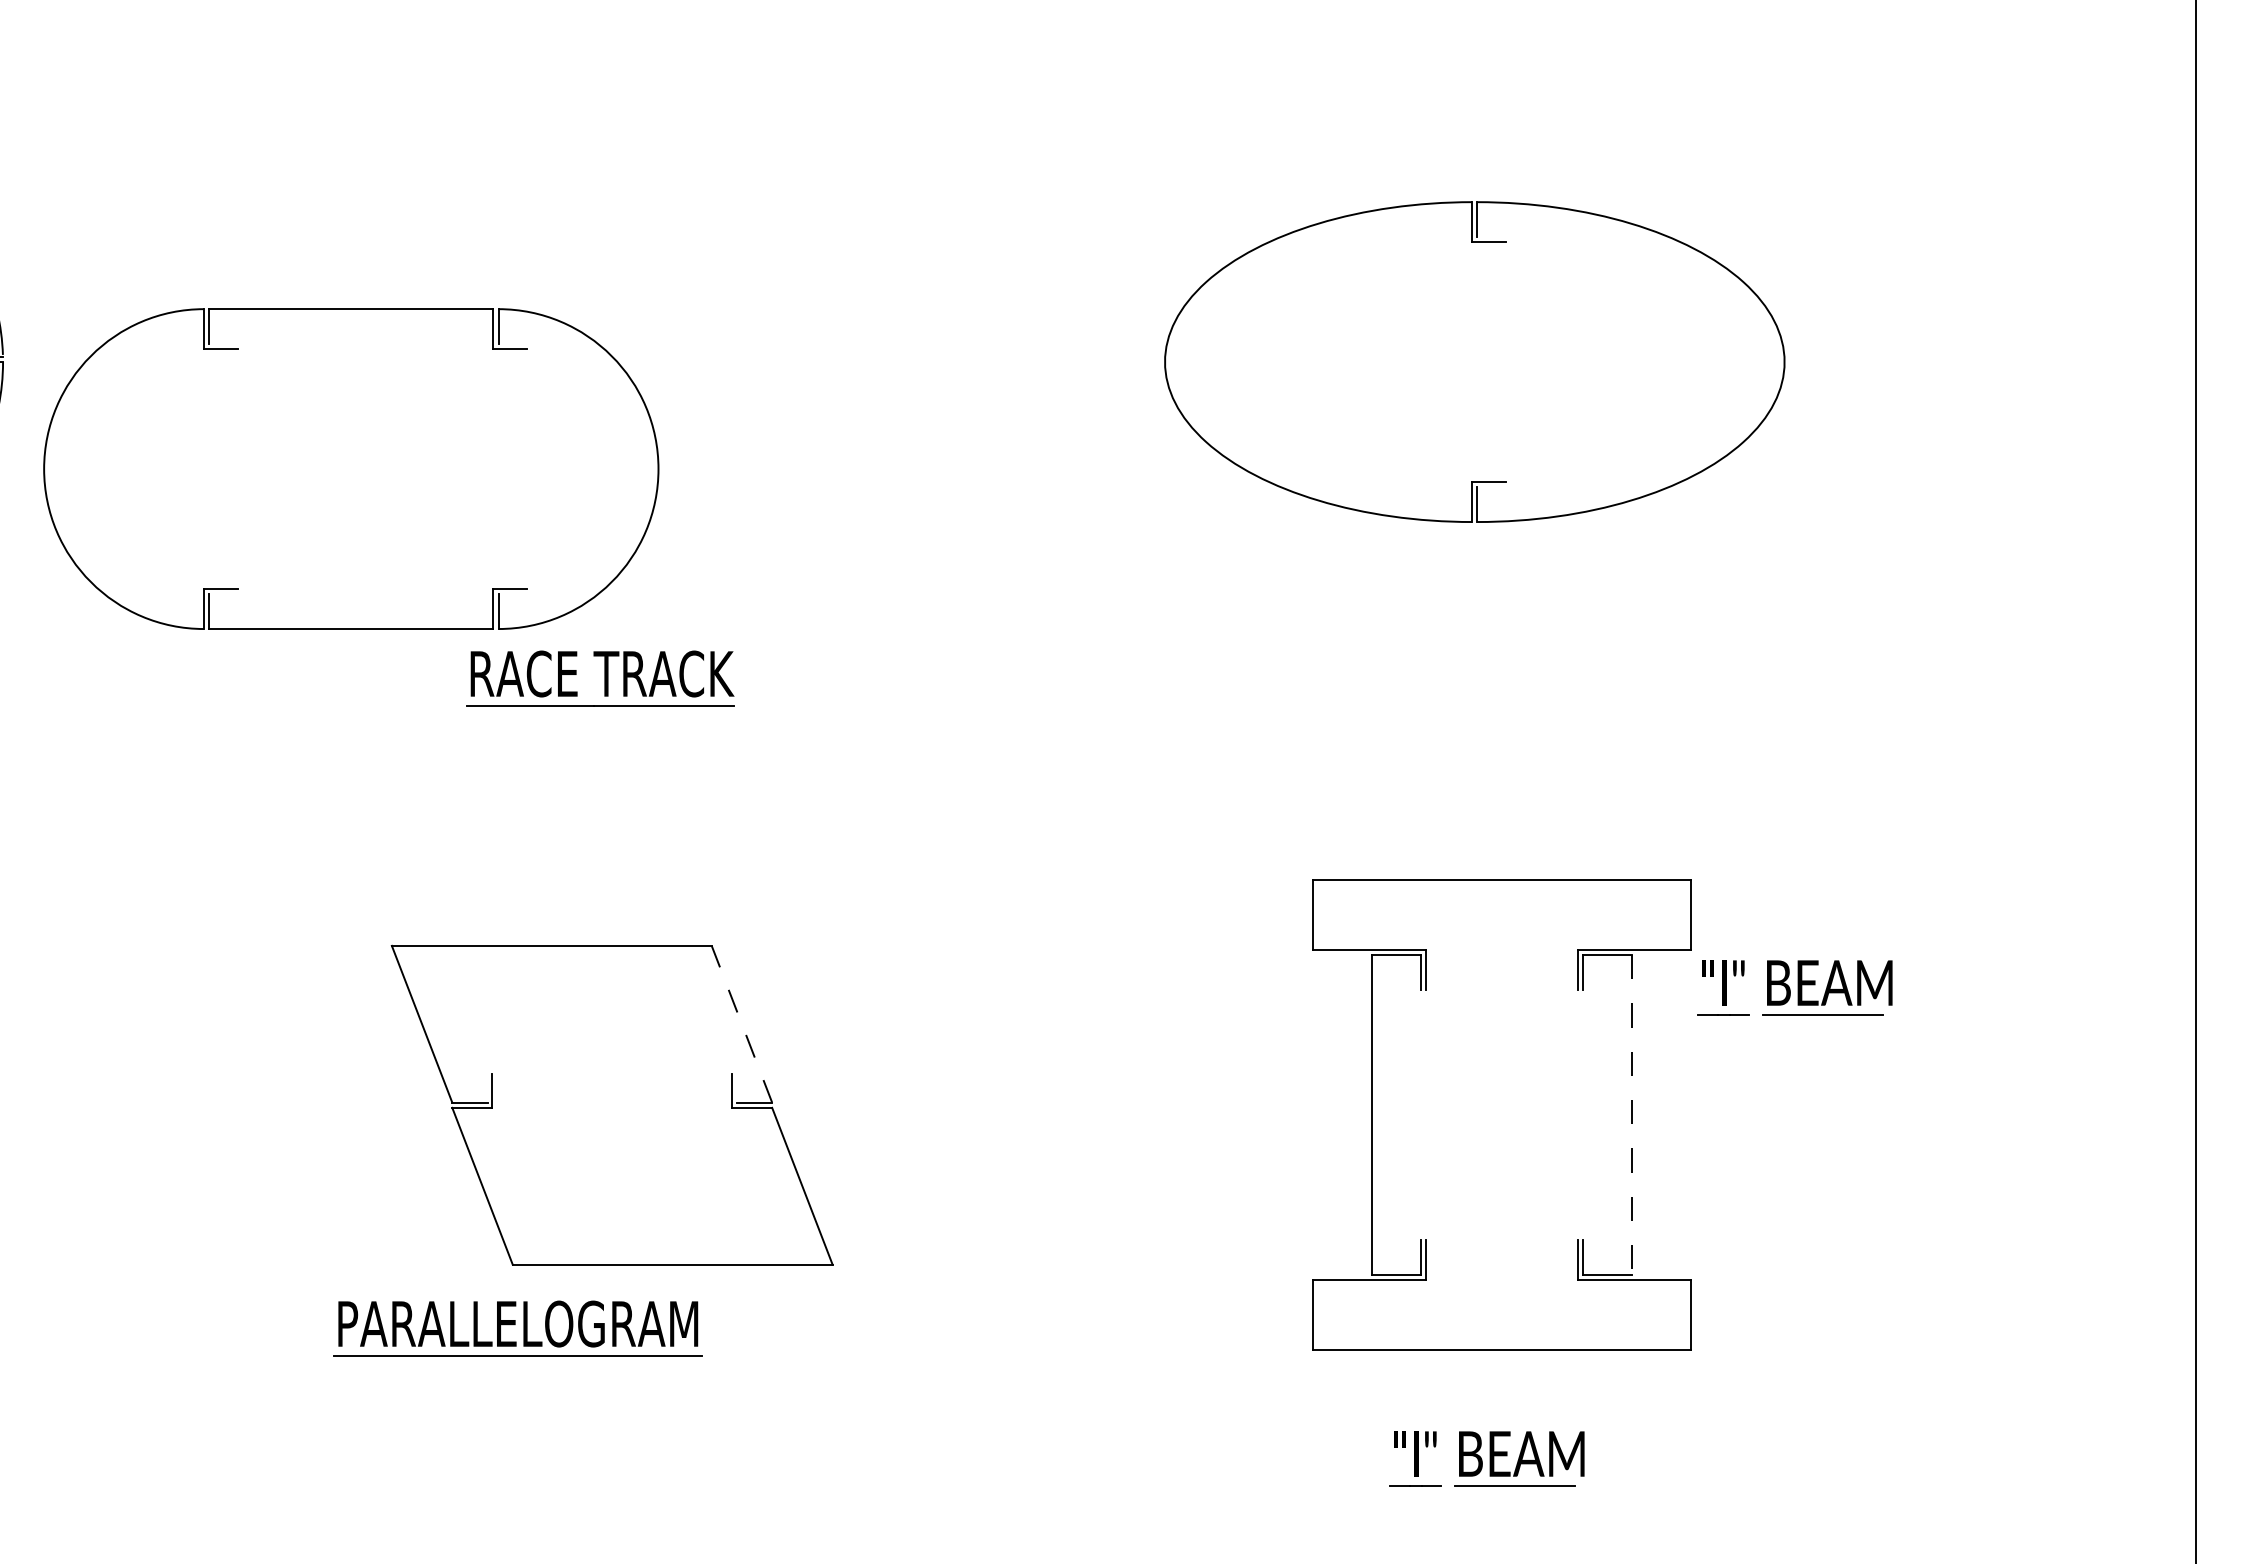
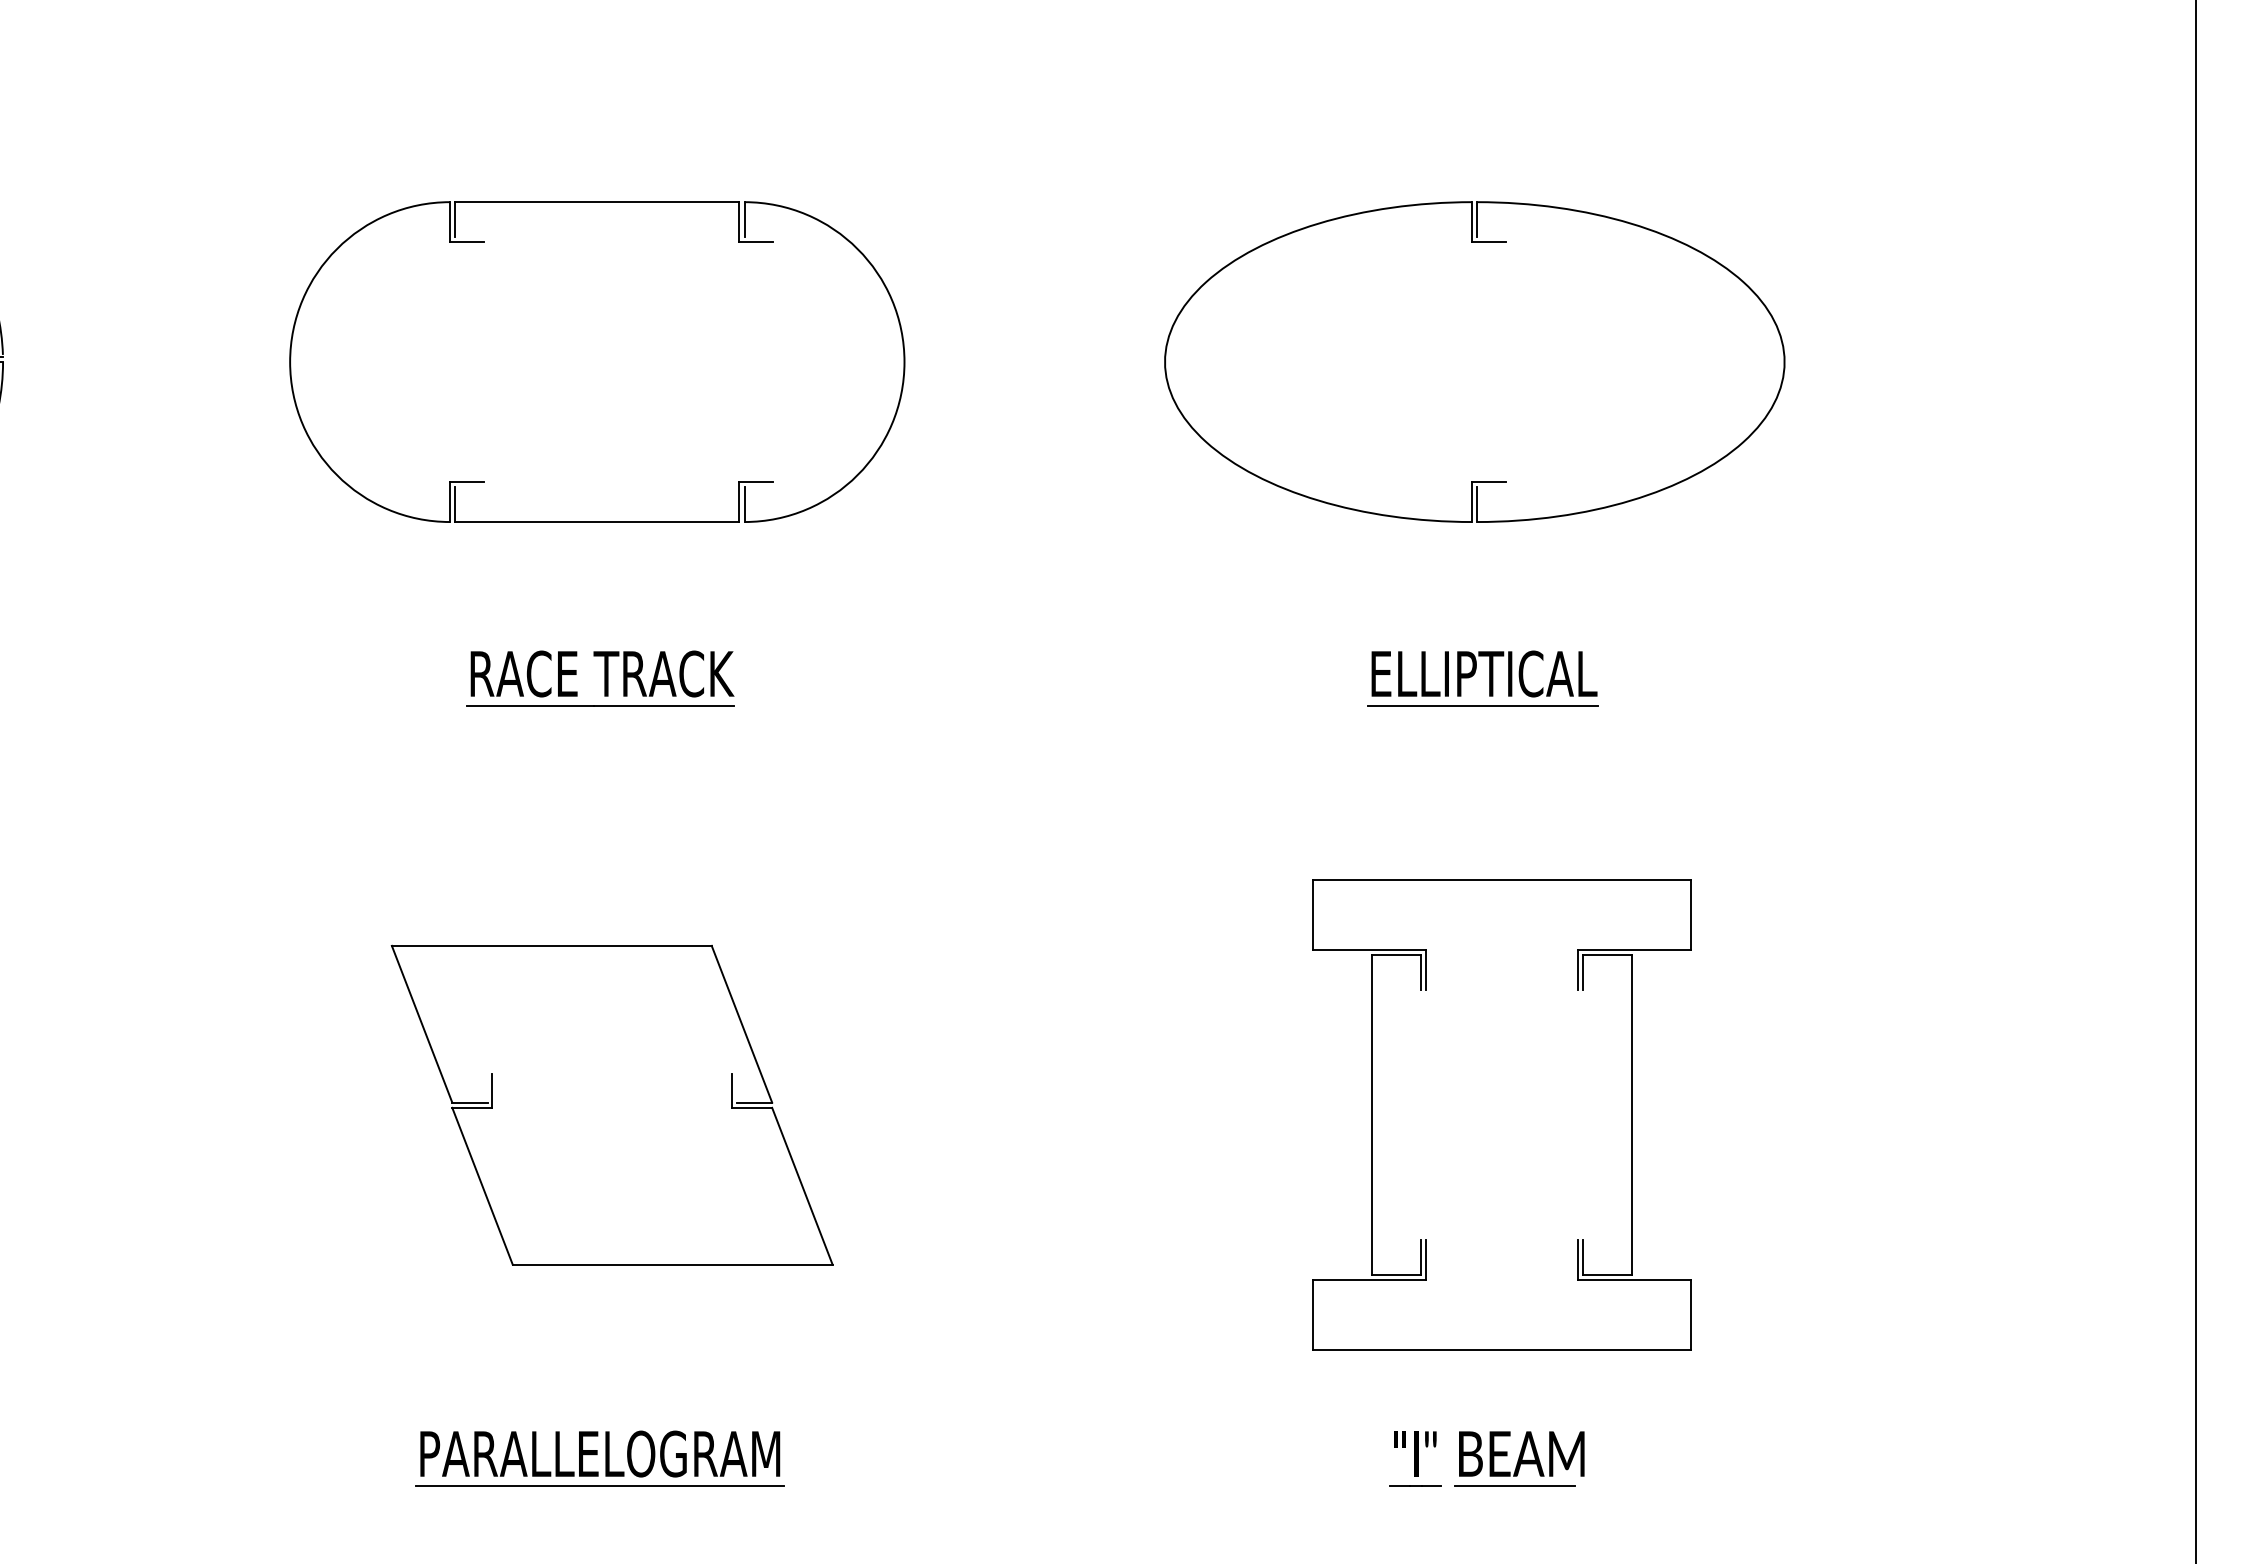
part at (351, 309) position: (351, 309) -> (597, 202)
part at (1489, 678): none -> present
part at (1794, 987): present -> none
line at (741, 1023): dashed -> solid
line at (1631, 1114): dashed -> solid
part at (517, 1328) position: (517, 1328) -> (599, 1458)
